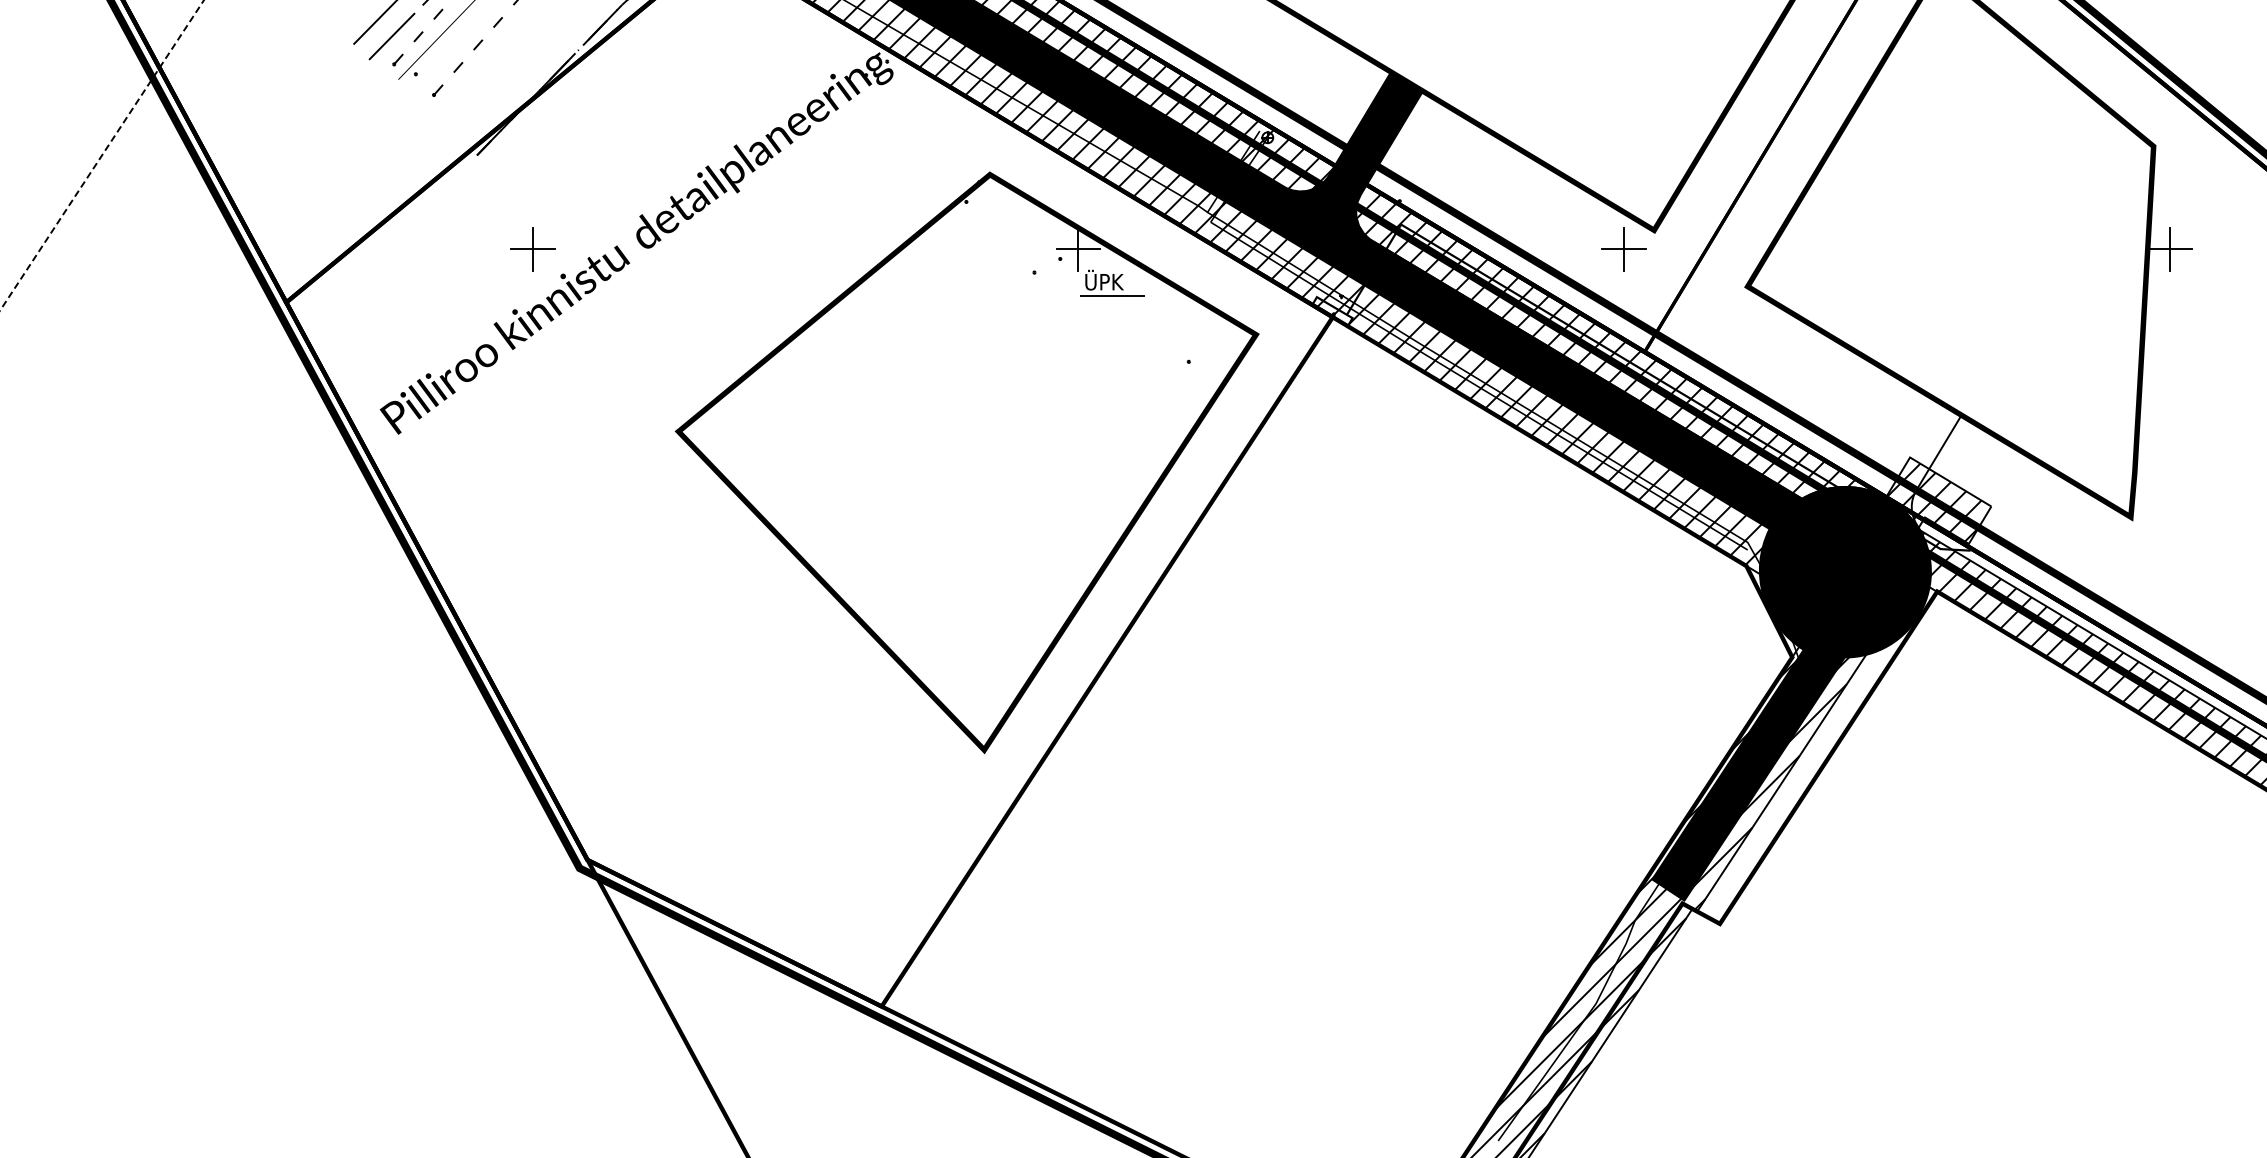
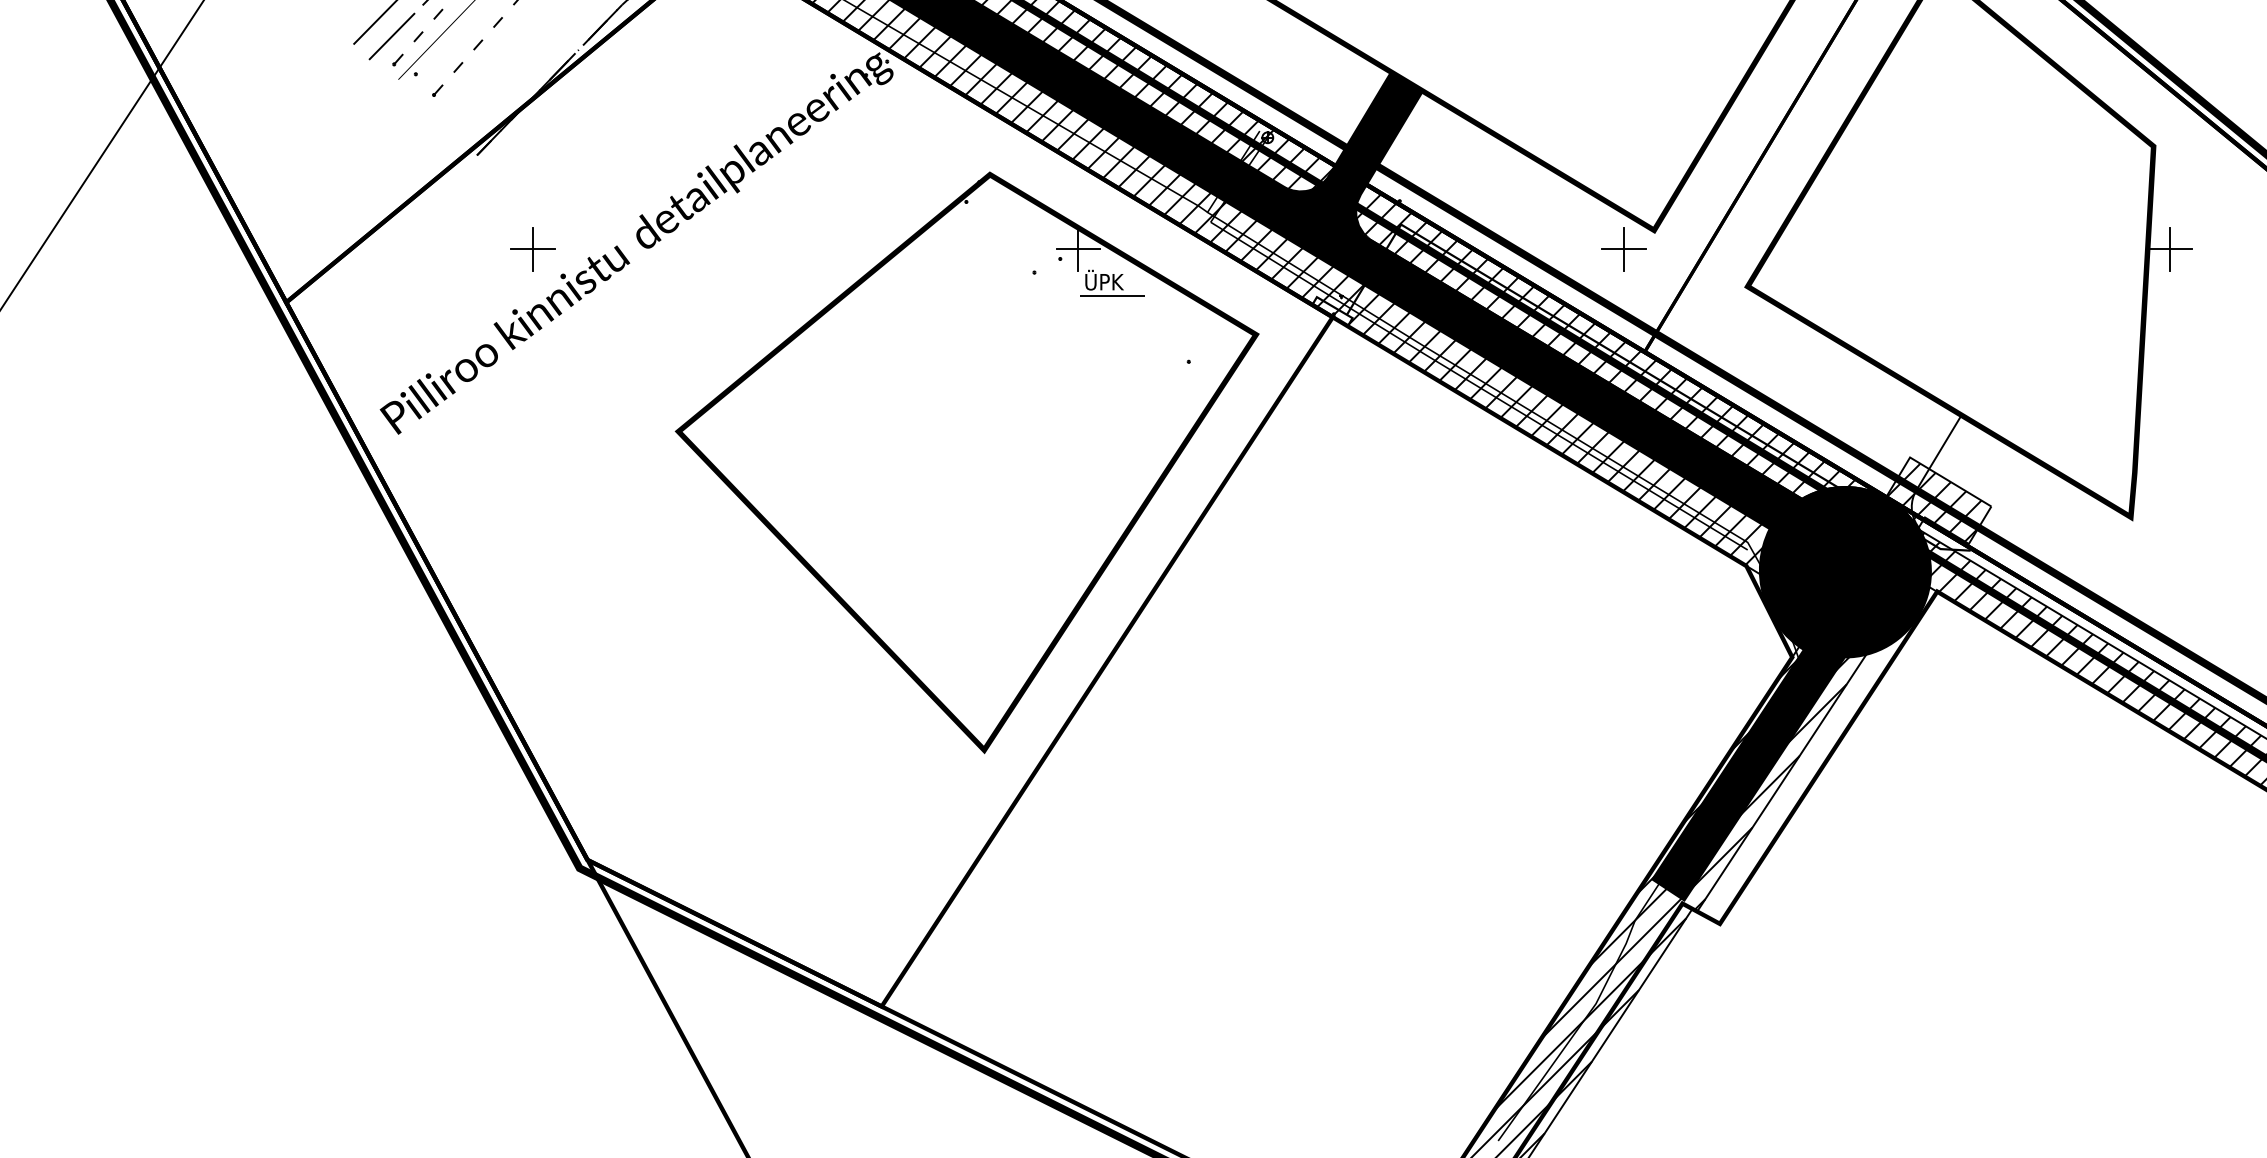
line at (102, 154): dashed -> solid
